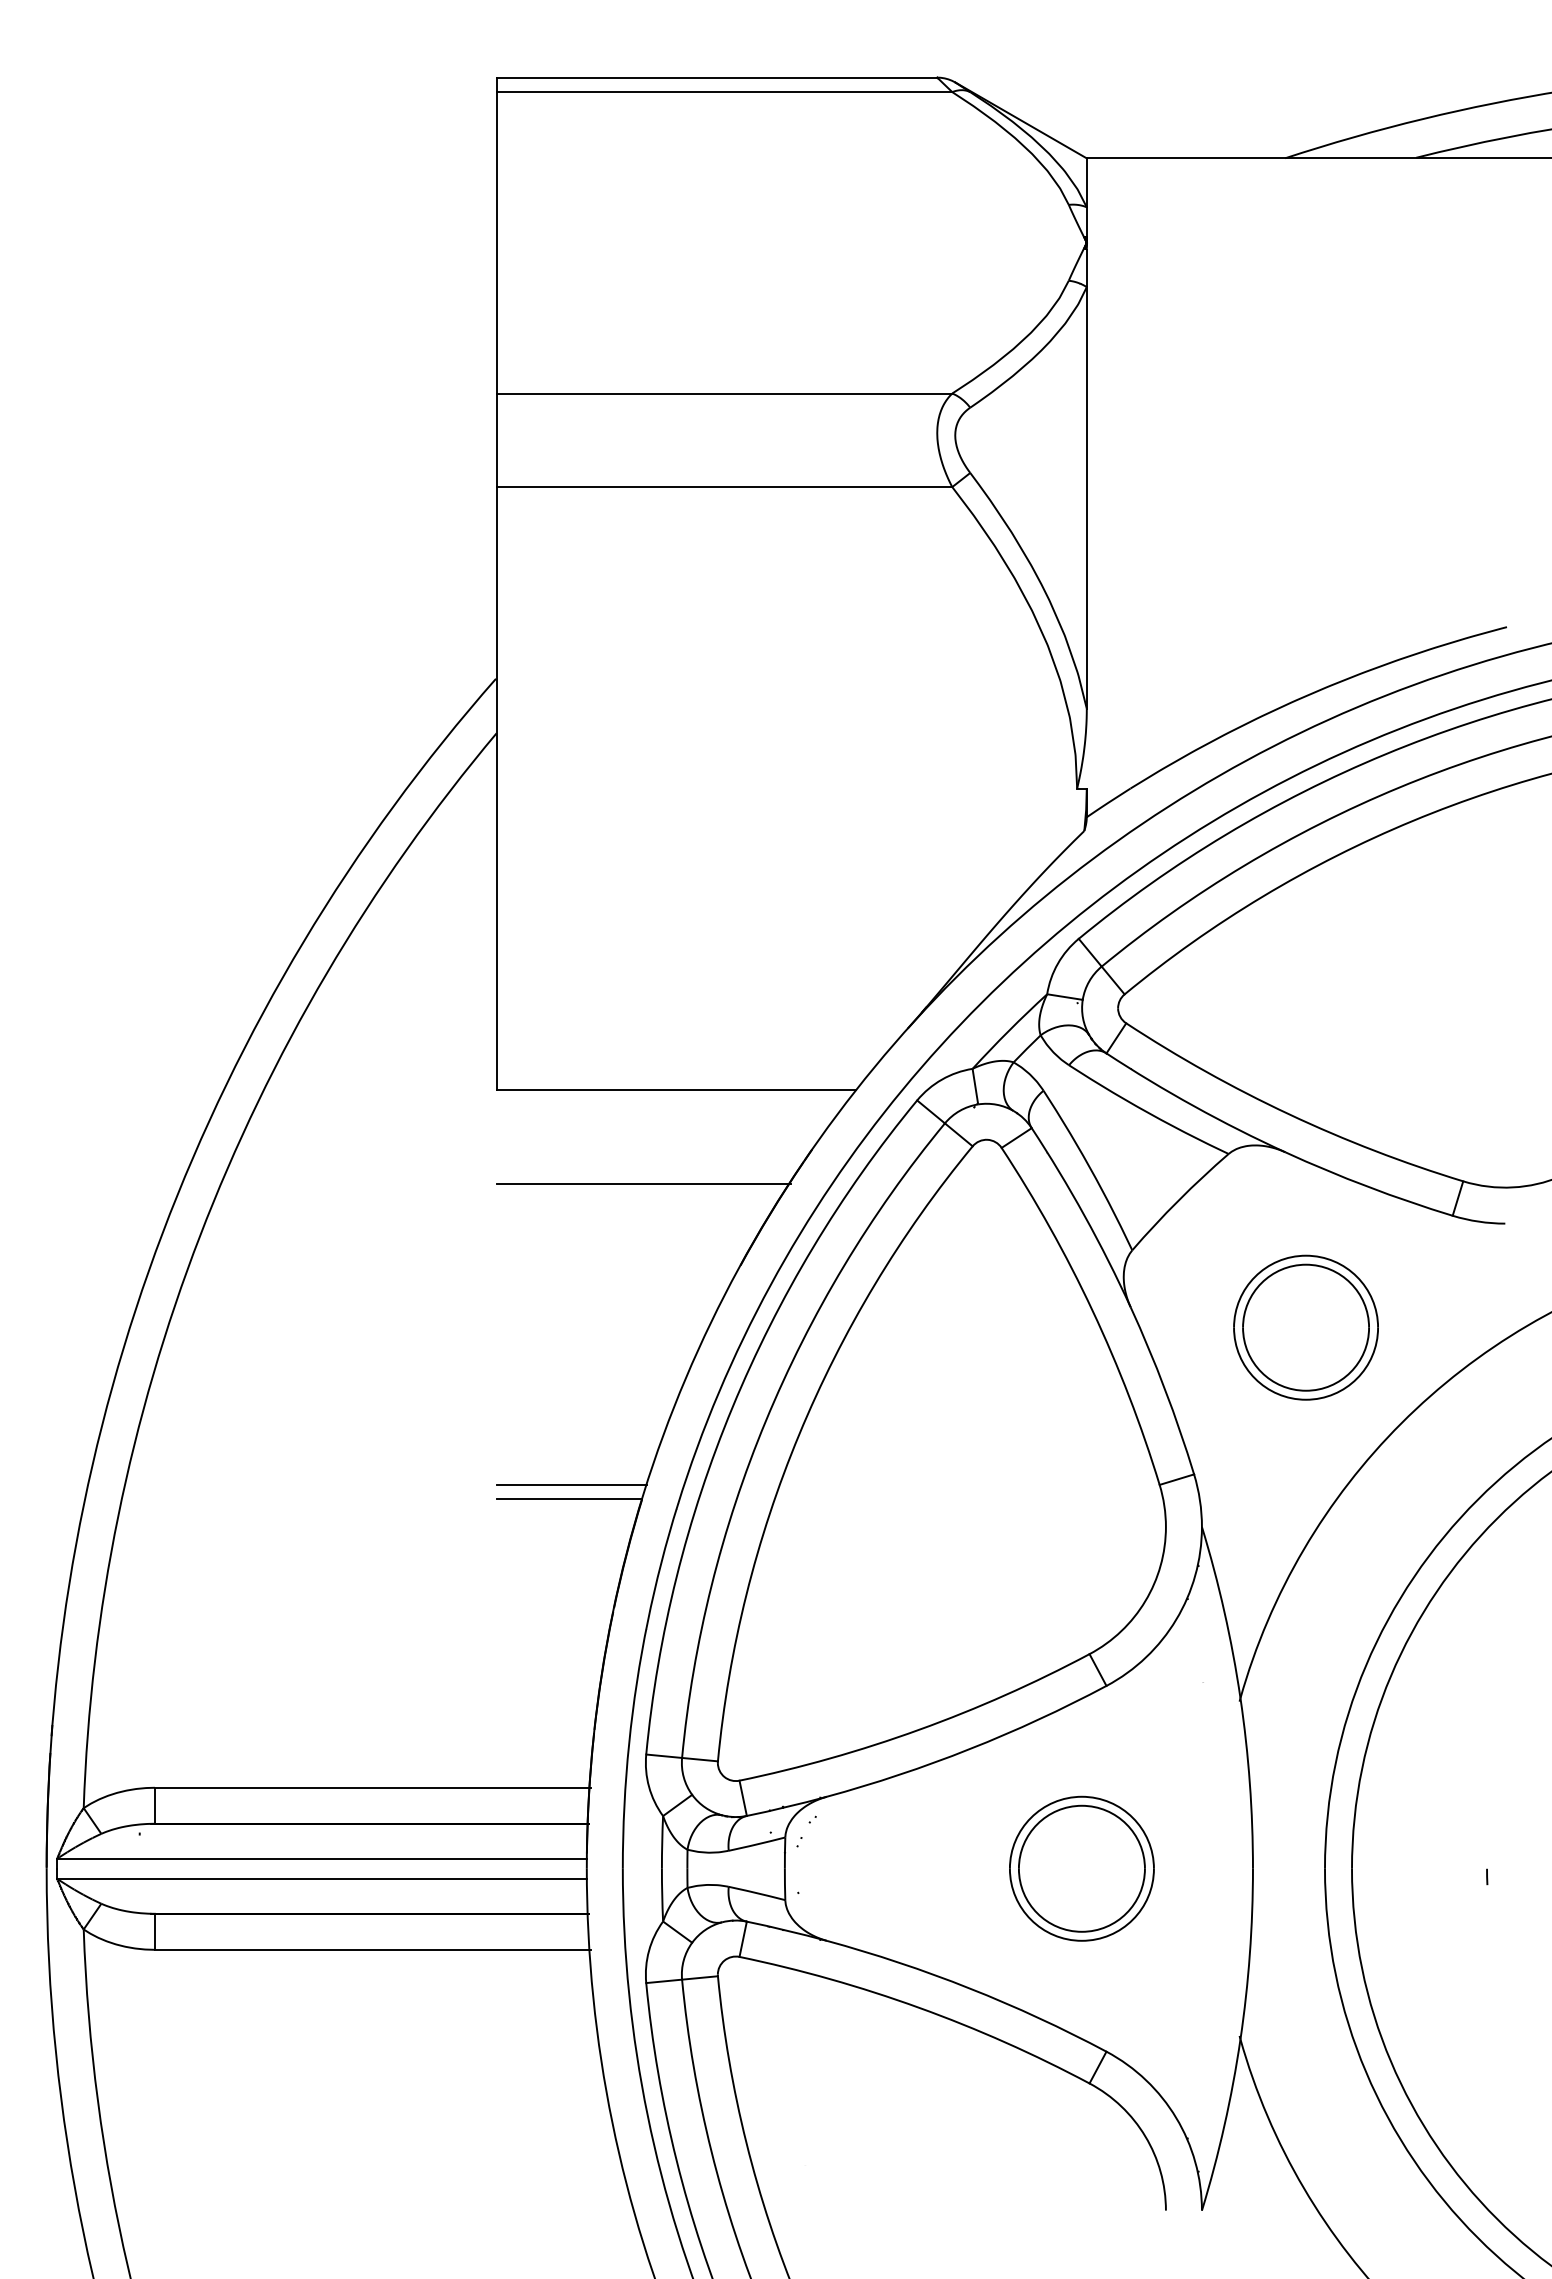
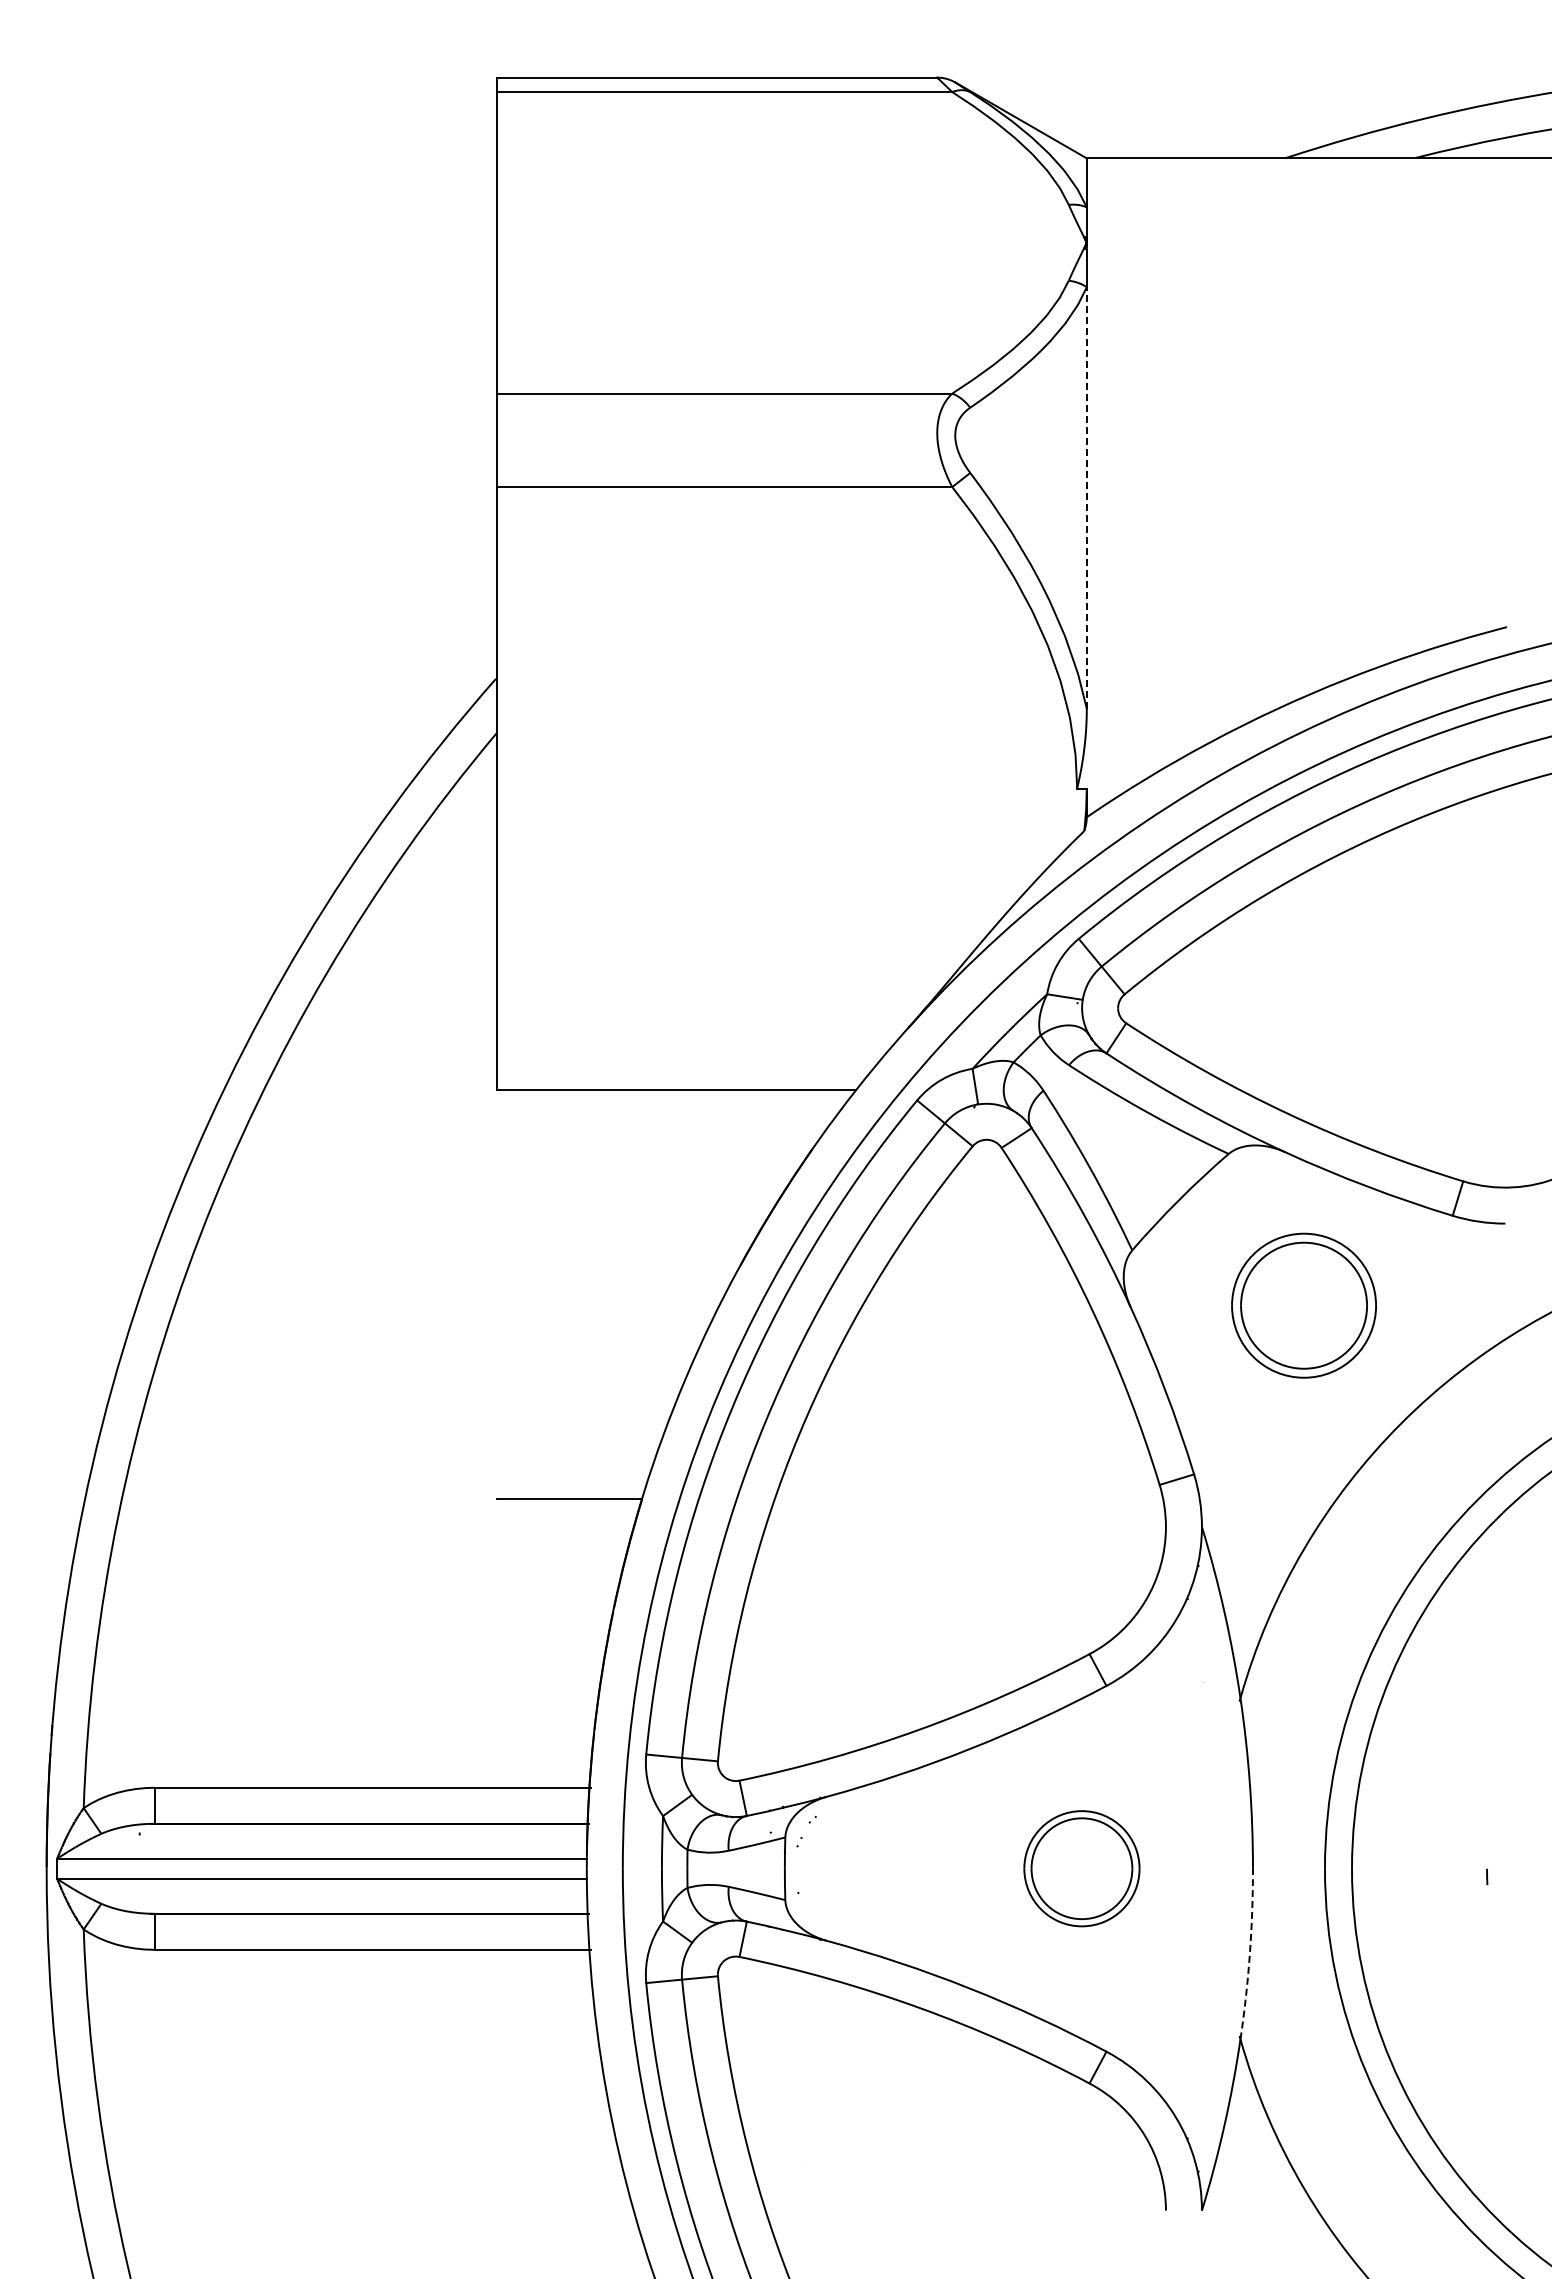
line at (1086, 497): solid -> dashed
line at (643, 1183): present -> none
part at (1305, 1327) position: (1305, 1327) -> (1303, 1305)
line at (571, 1484): present -> none
part at (1081, 1868) size: 146x147 px -> 118x118 px
arc at (1249, 1954): solid -> dashed
